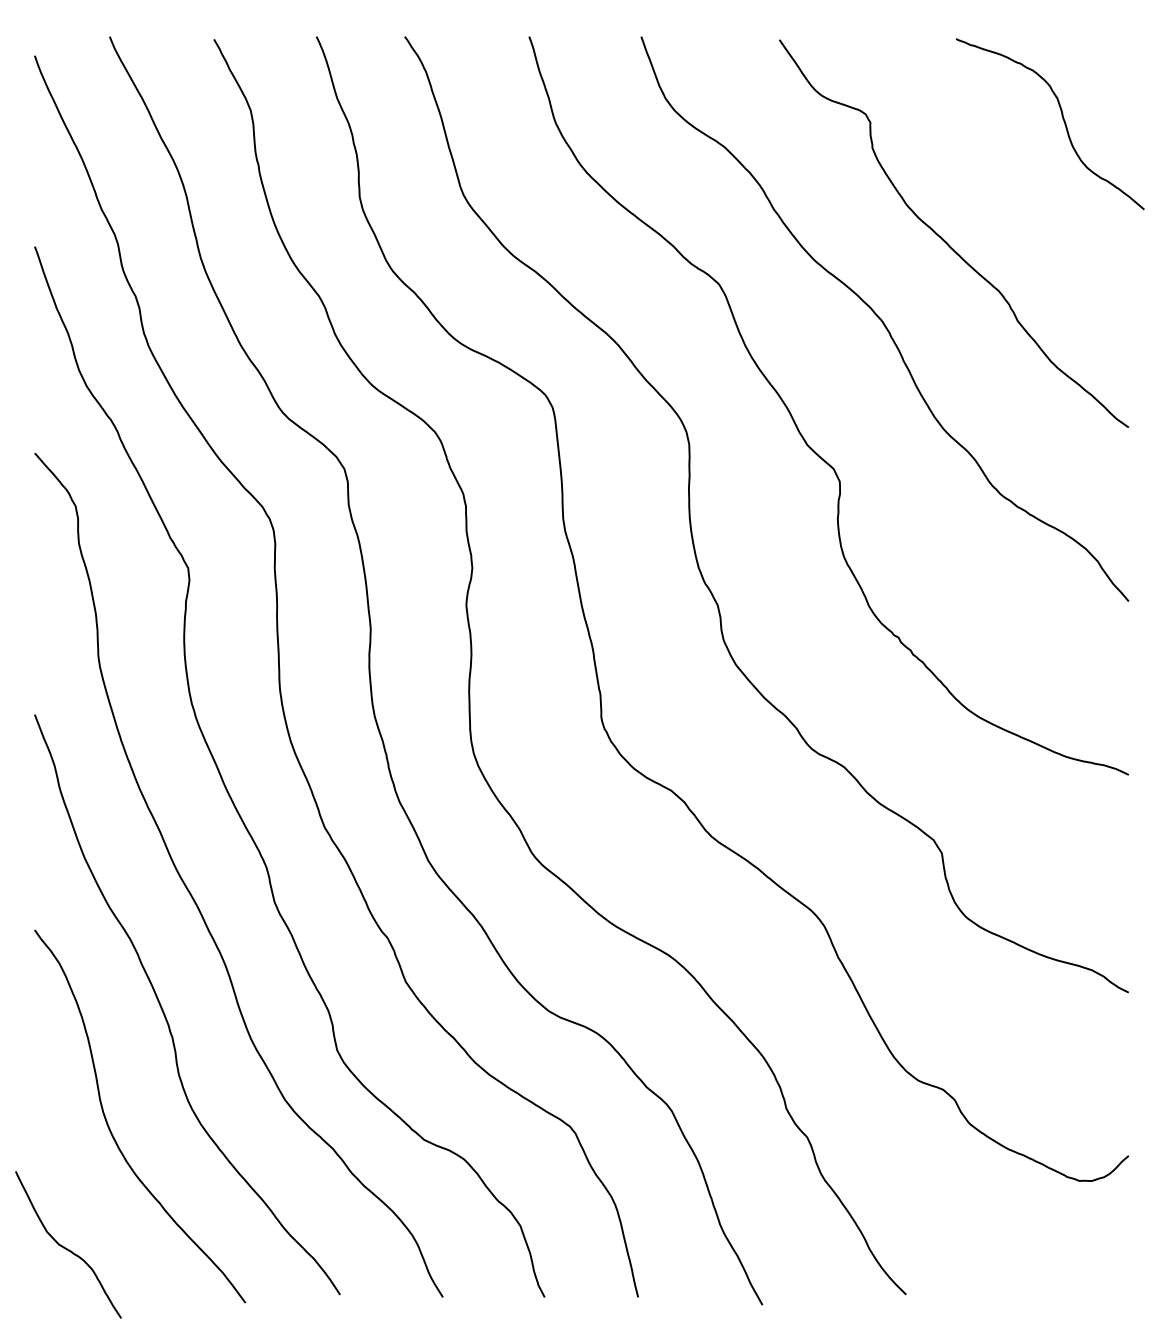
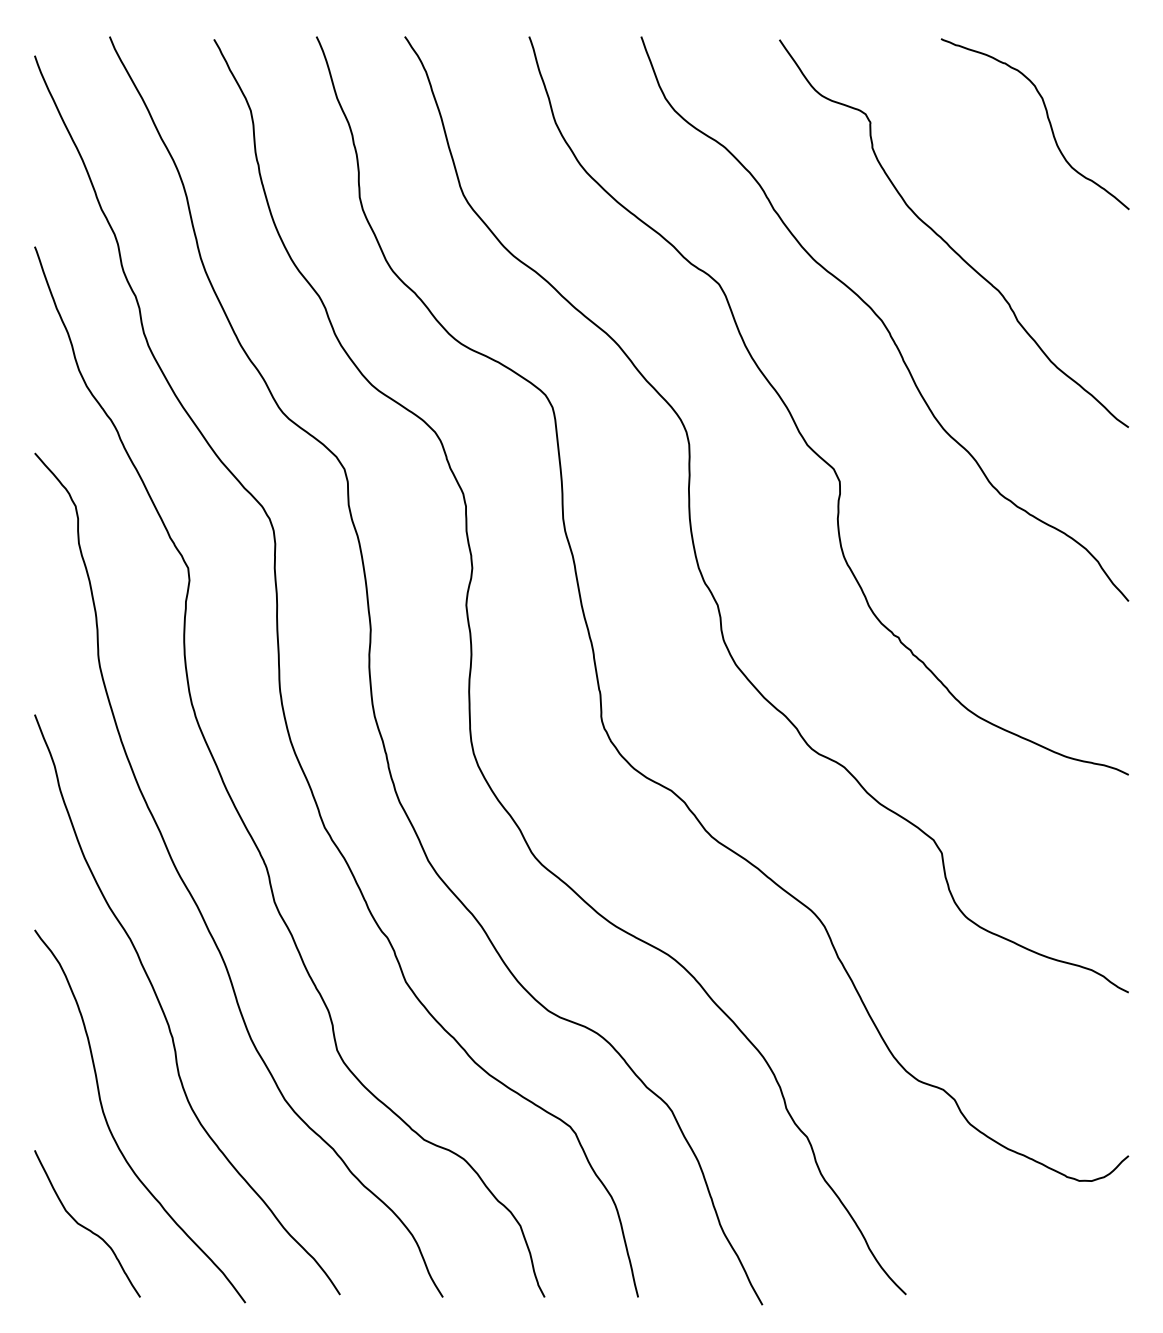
curve at (1062, 119) position: (1062, 119) -> (1047, 119)
curve at (67, 1248) position: (67, 1248) -> (86, 1227)
